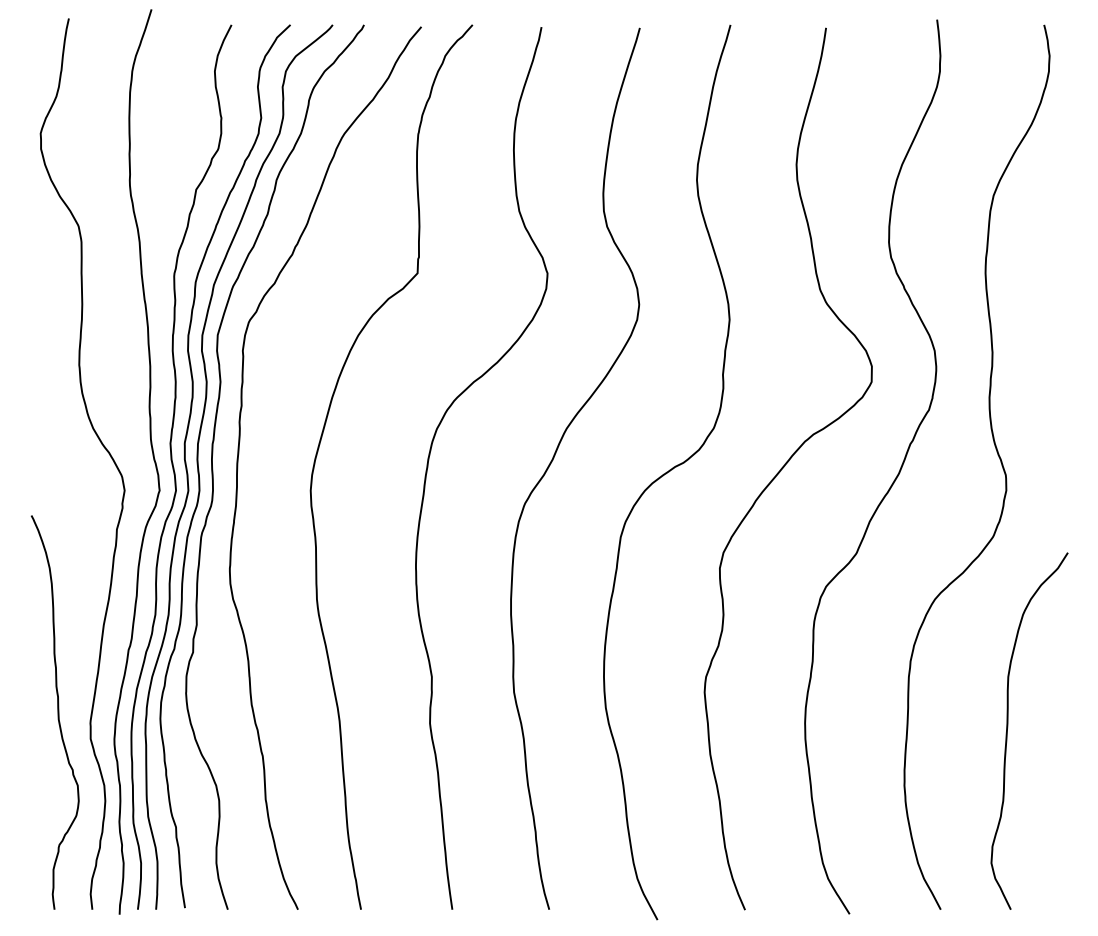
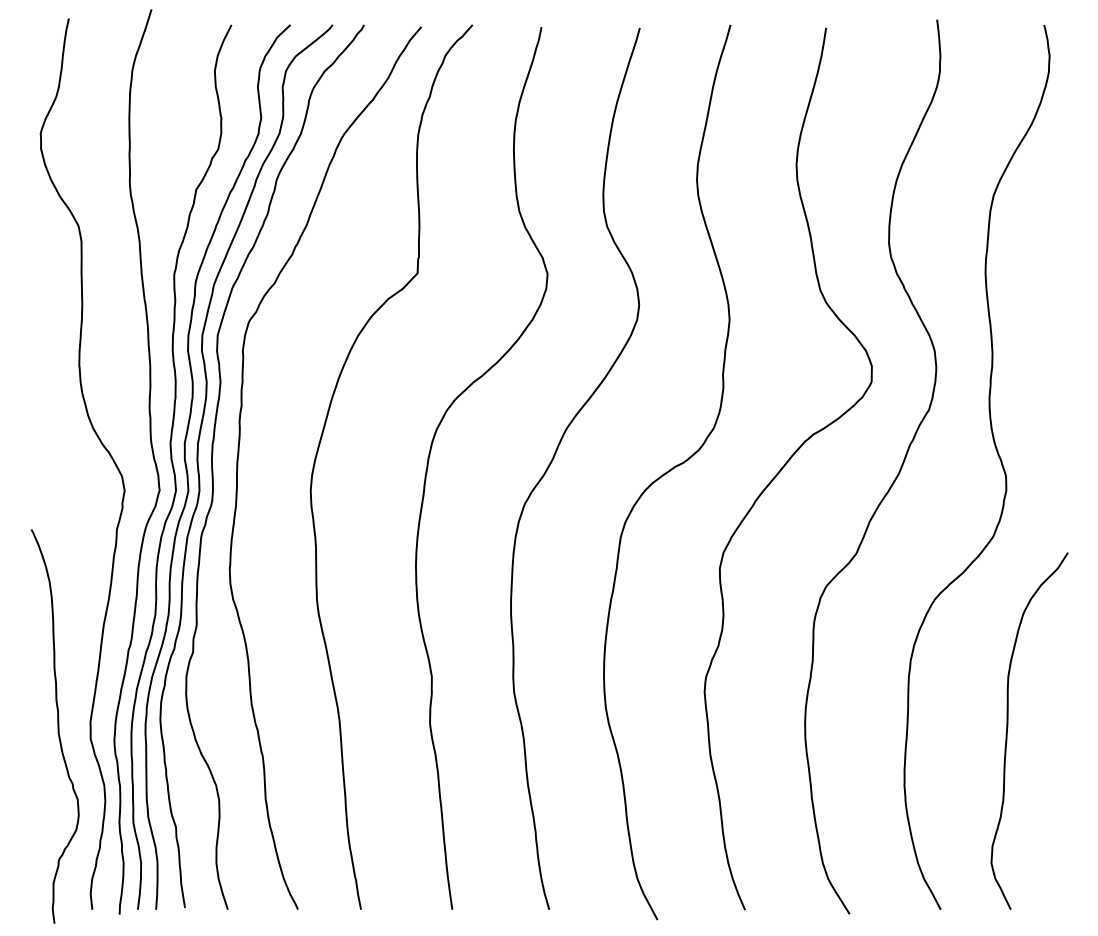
curve at (57, 712) position: (57, 712) -> (57, 726)
